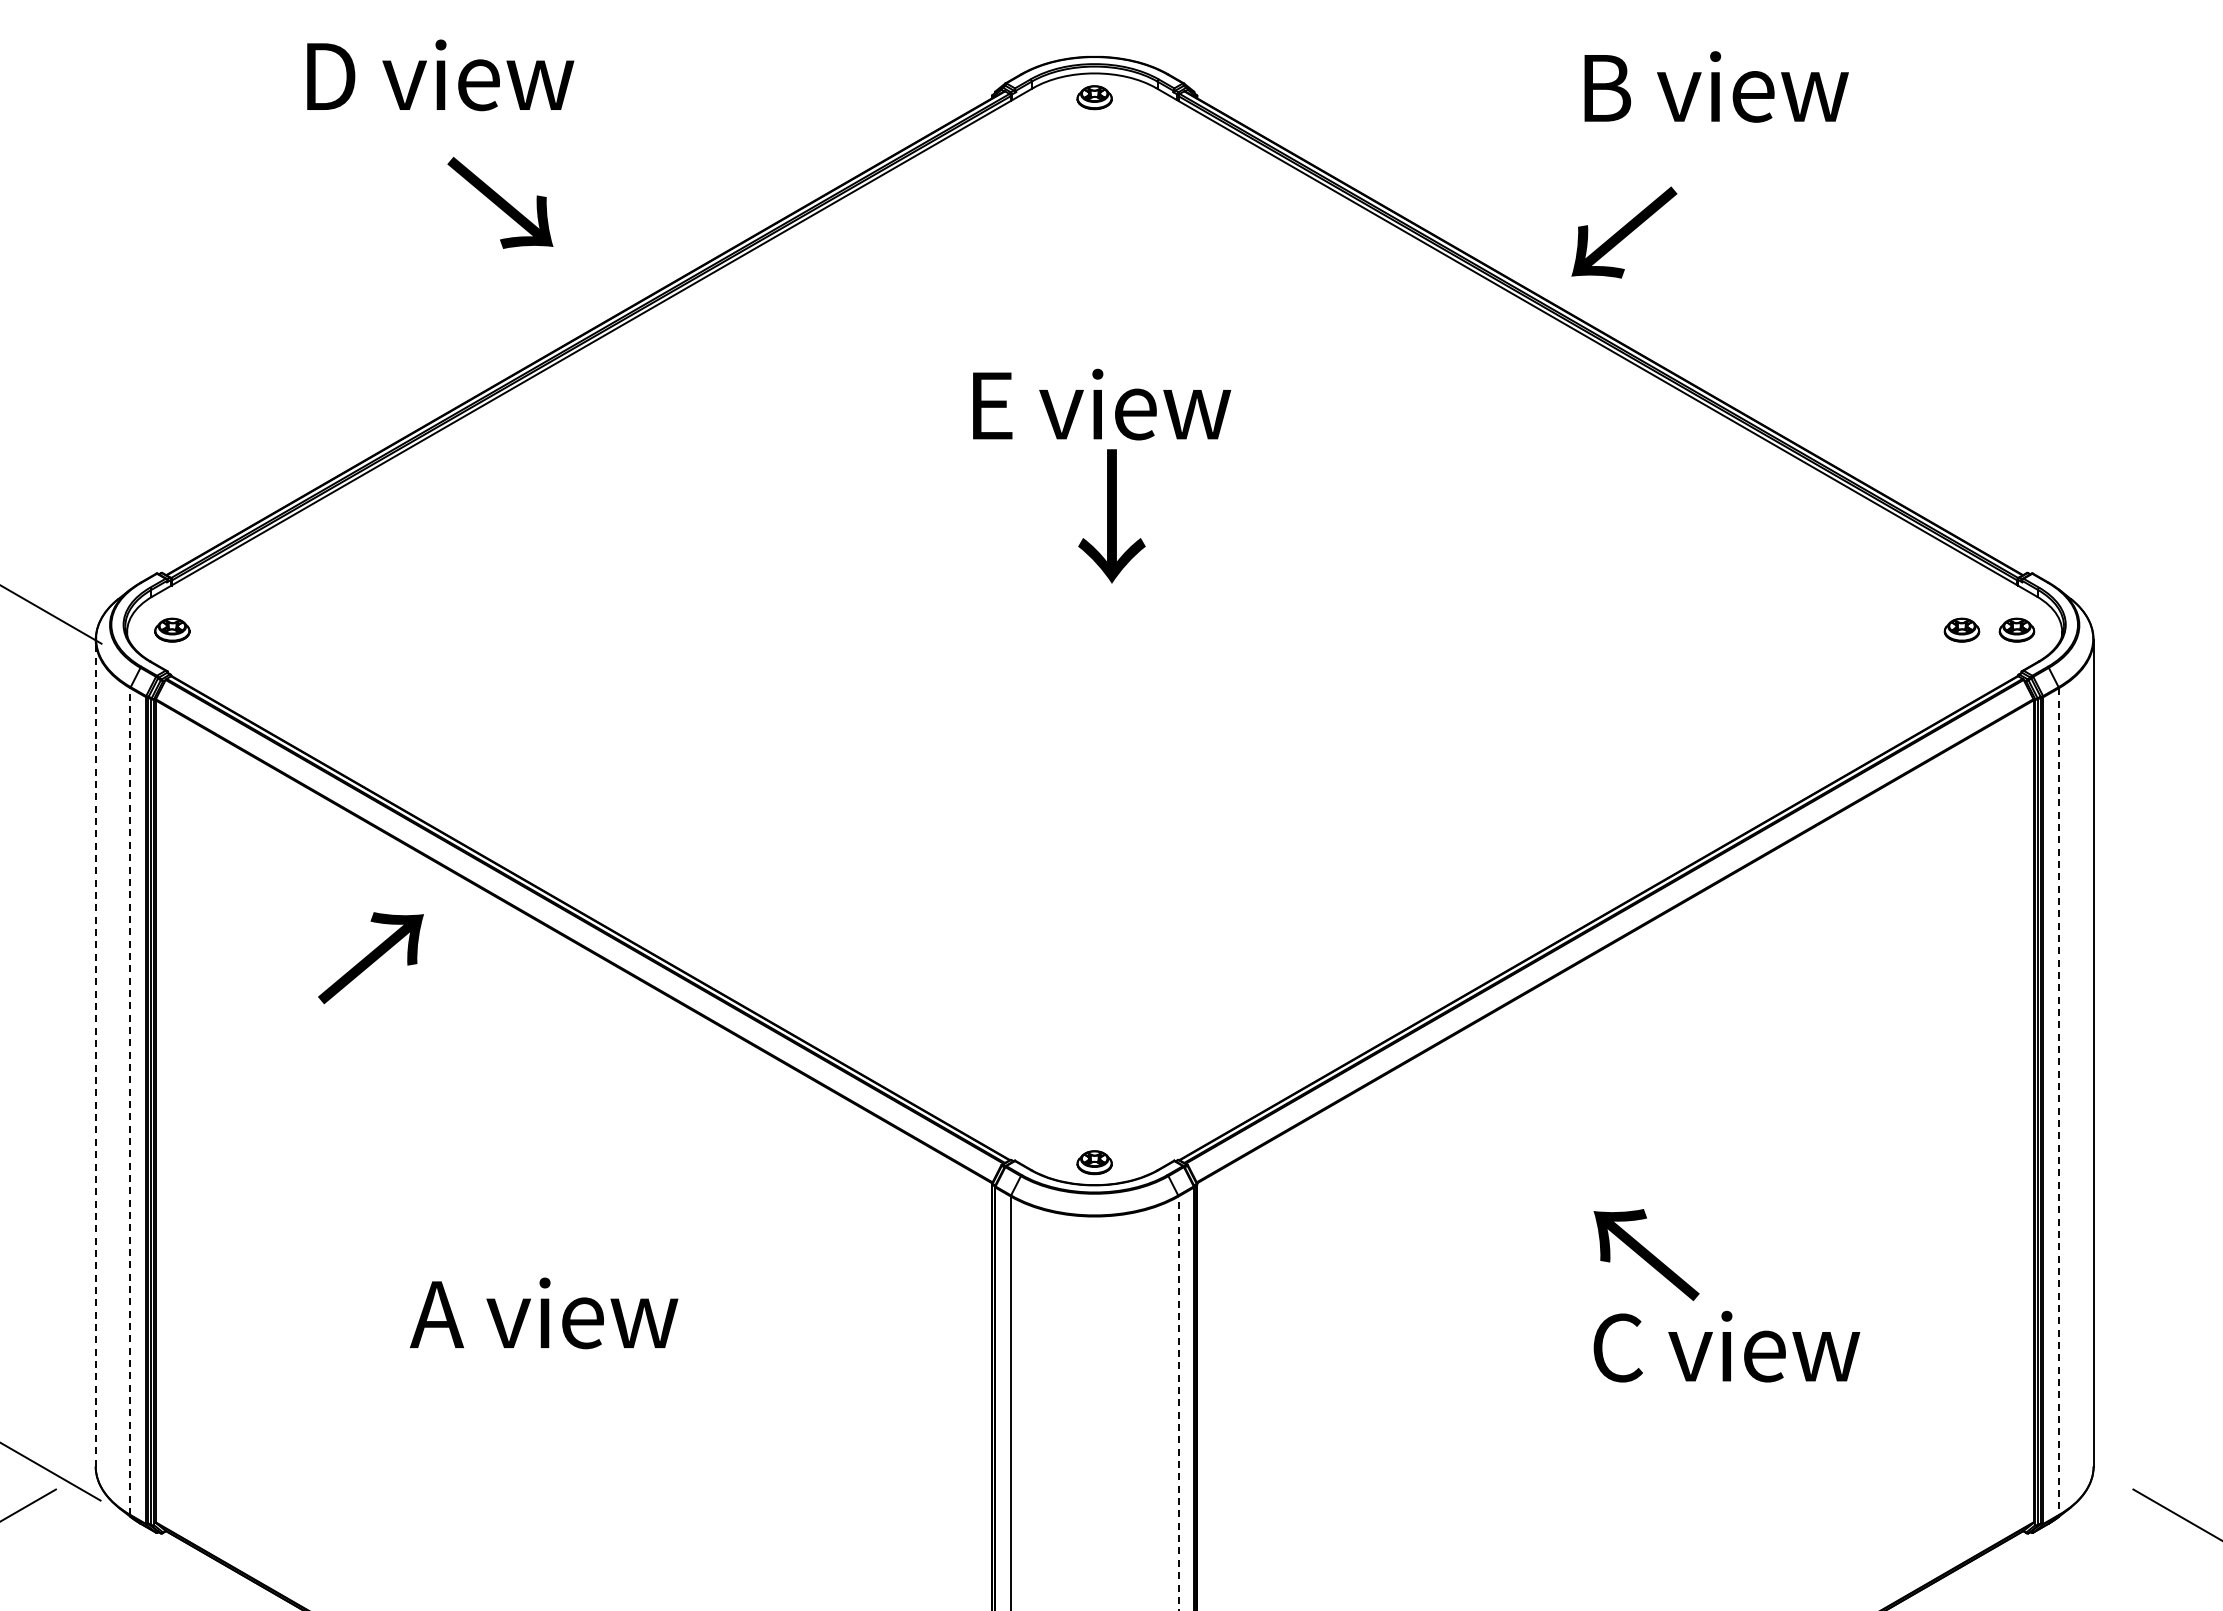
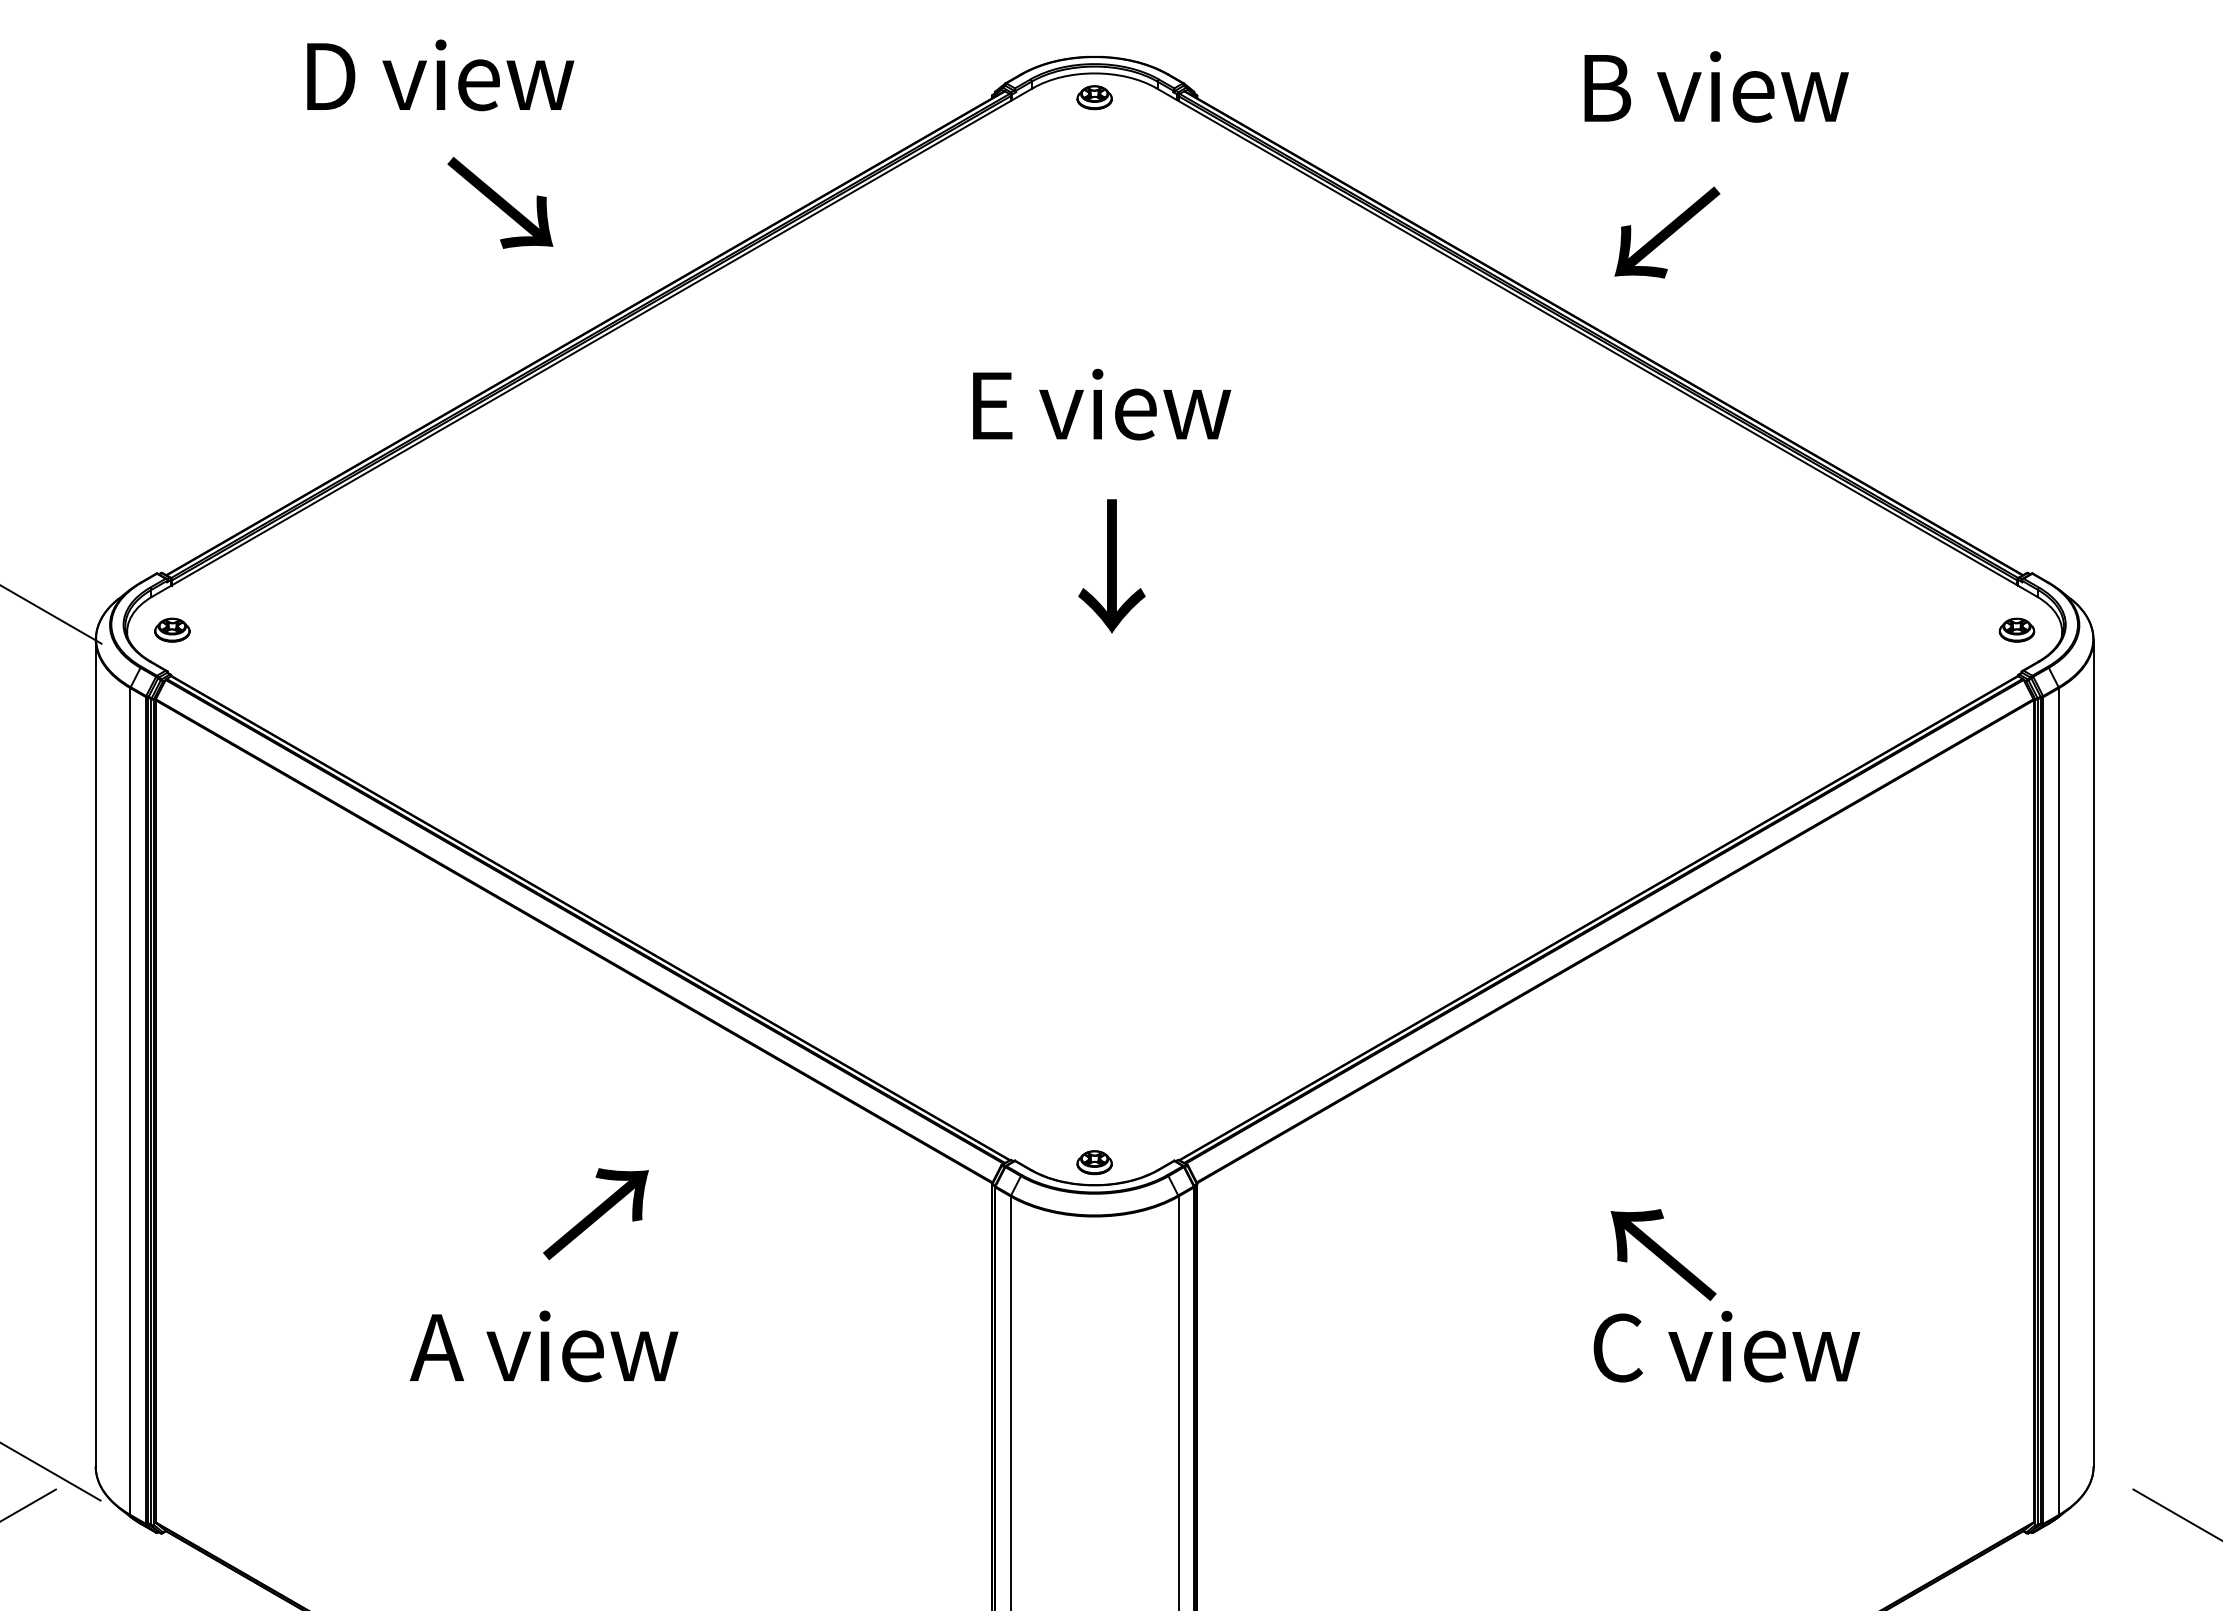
text at (1624, 232) position: (1624, 232) -> (1667, 232)
text at (1111, 516) position: (1111, 516) -> (1111, 566)
part at (1961, 629): present -> none
text at (370, 958) position: (370, 958) -> (595, 1214)
line at (95, 1052): dashed -> solid
line at (130, 1101): dashed -> solid
line at (2058, 1102): dashed -> solid
text at (1646, 1254) position: (1646, 1254) -> (1663, 1254)
text at (544, 1313) position: (544, 1313) -> (544, 1346)
line at (1178, 1403): dashed -> solid
